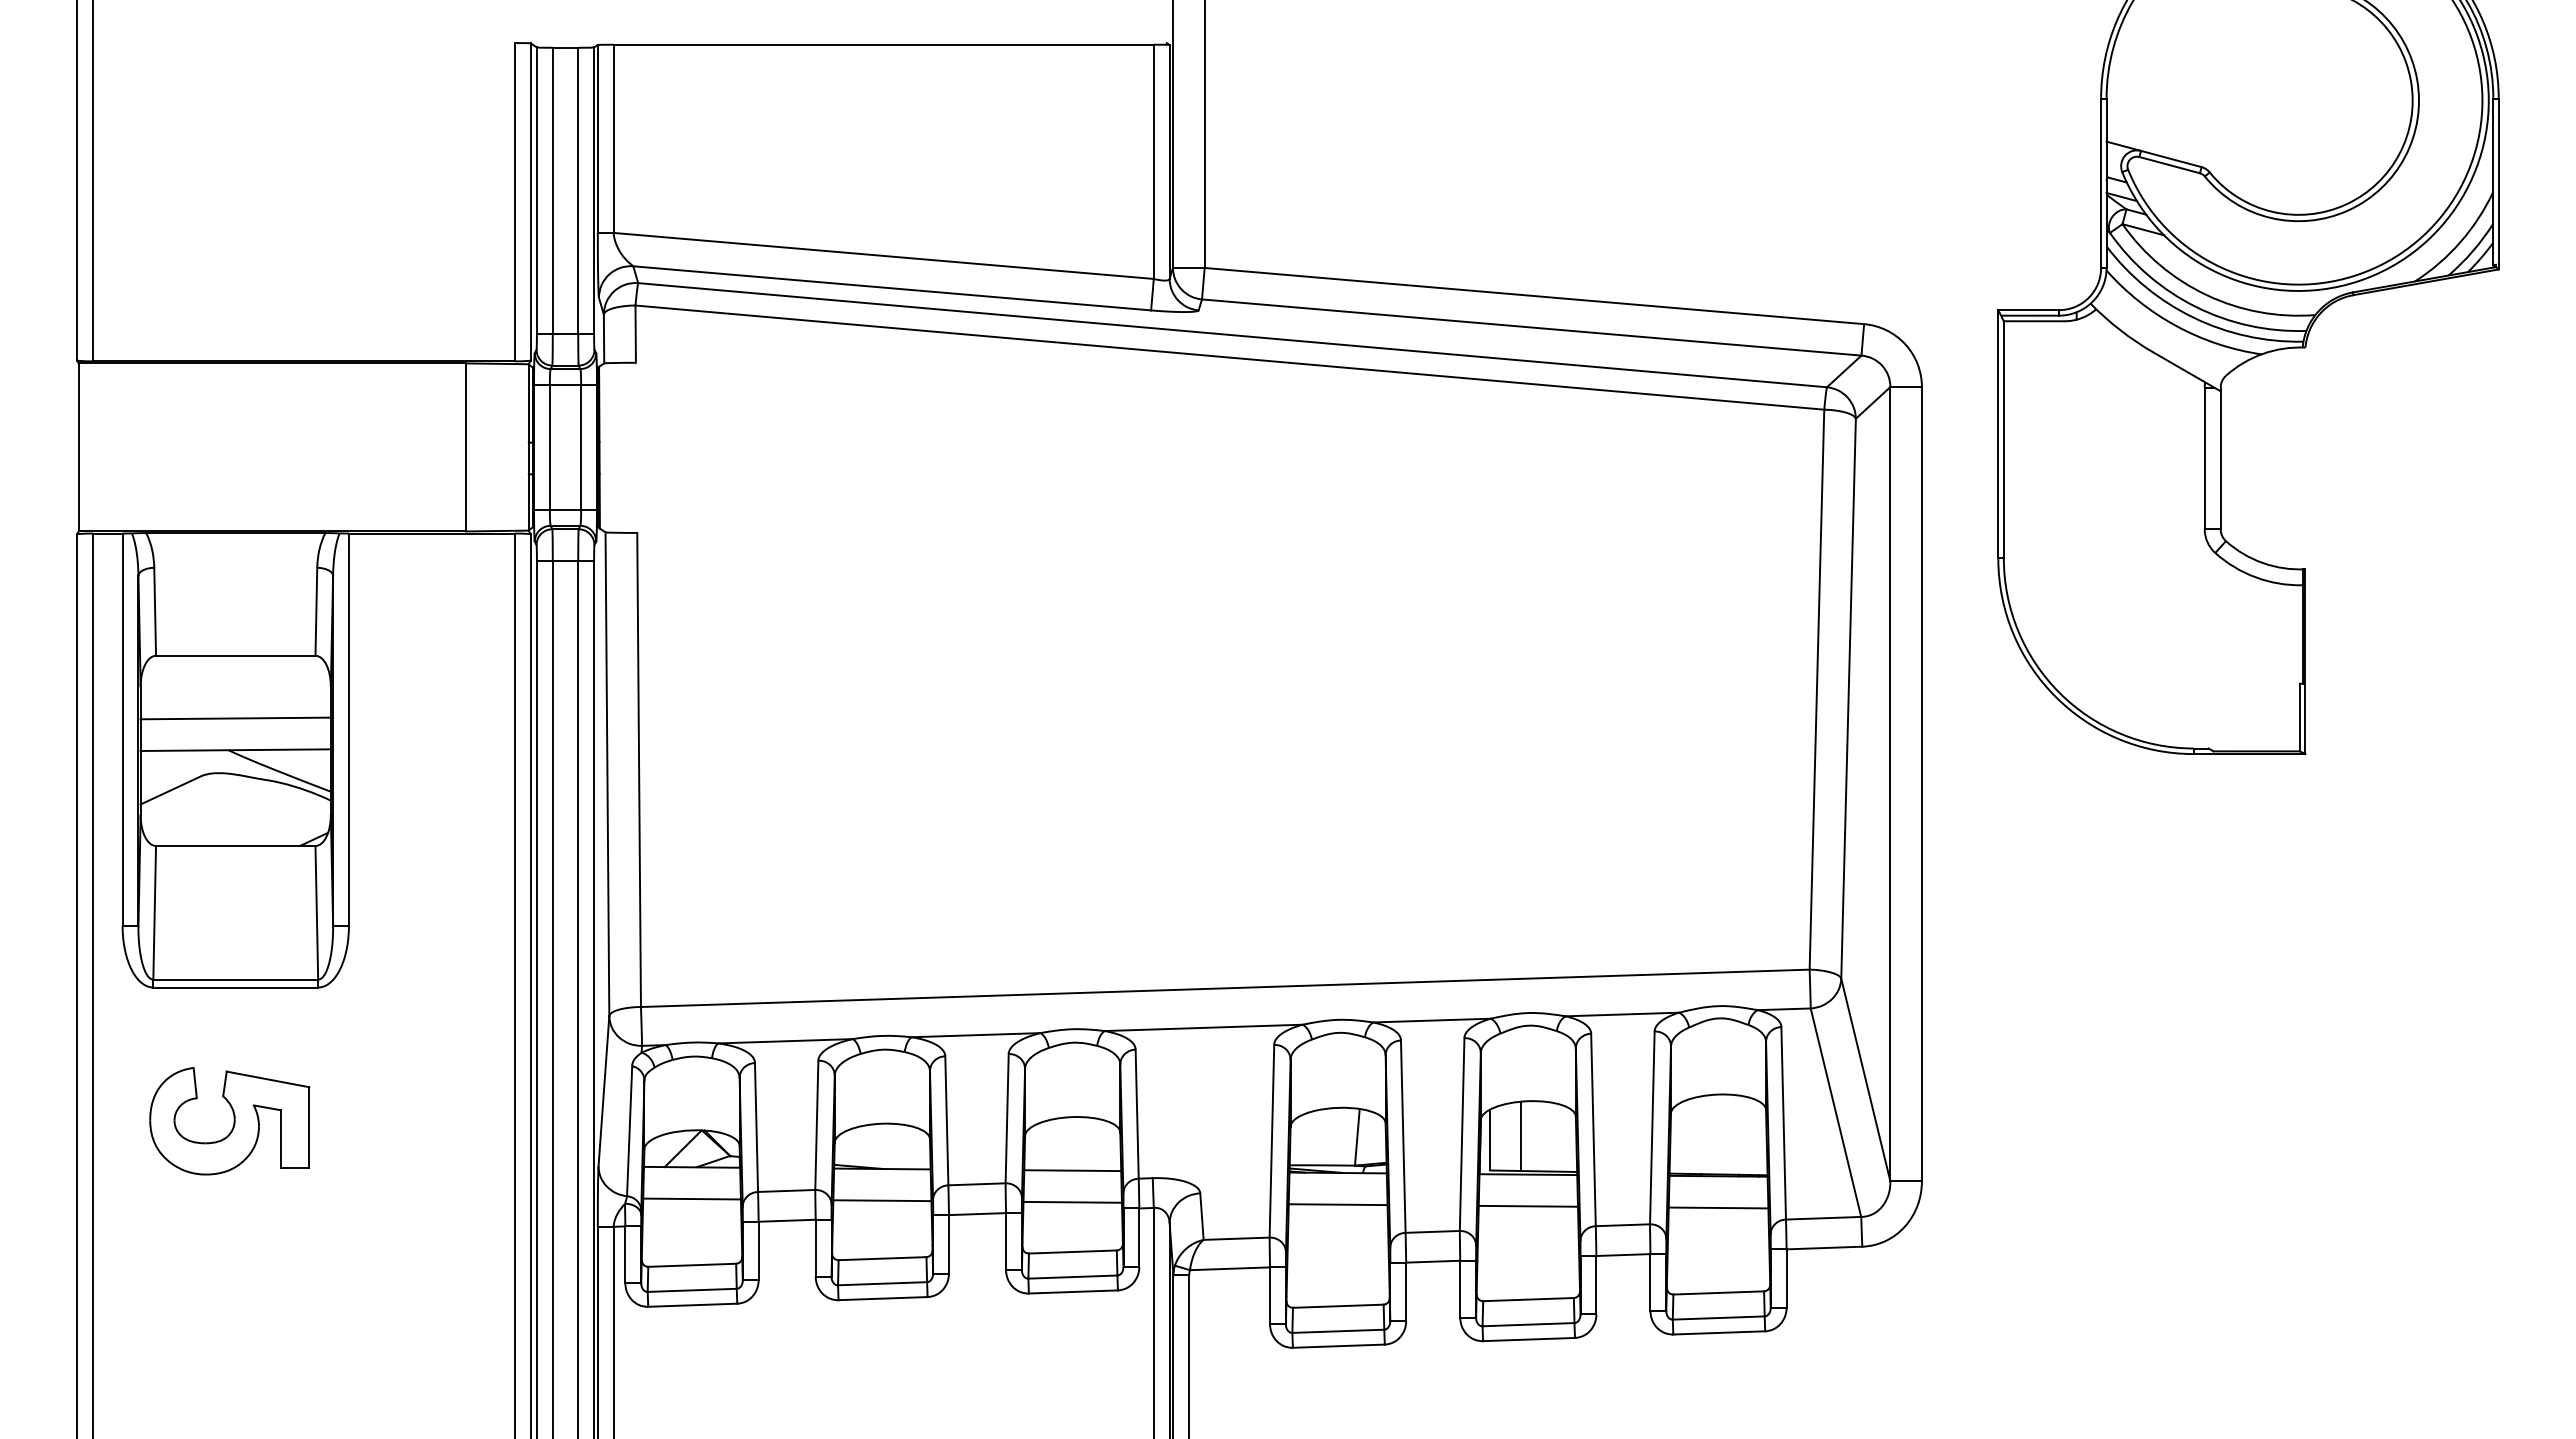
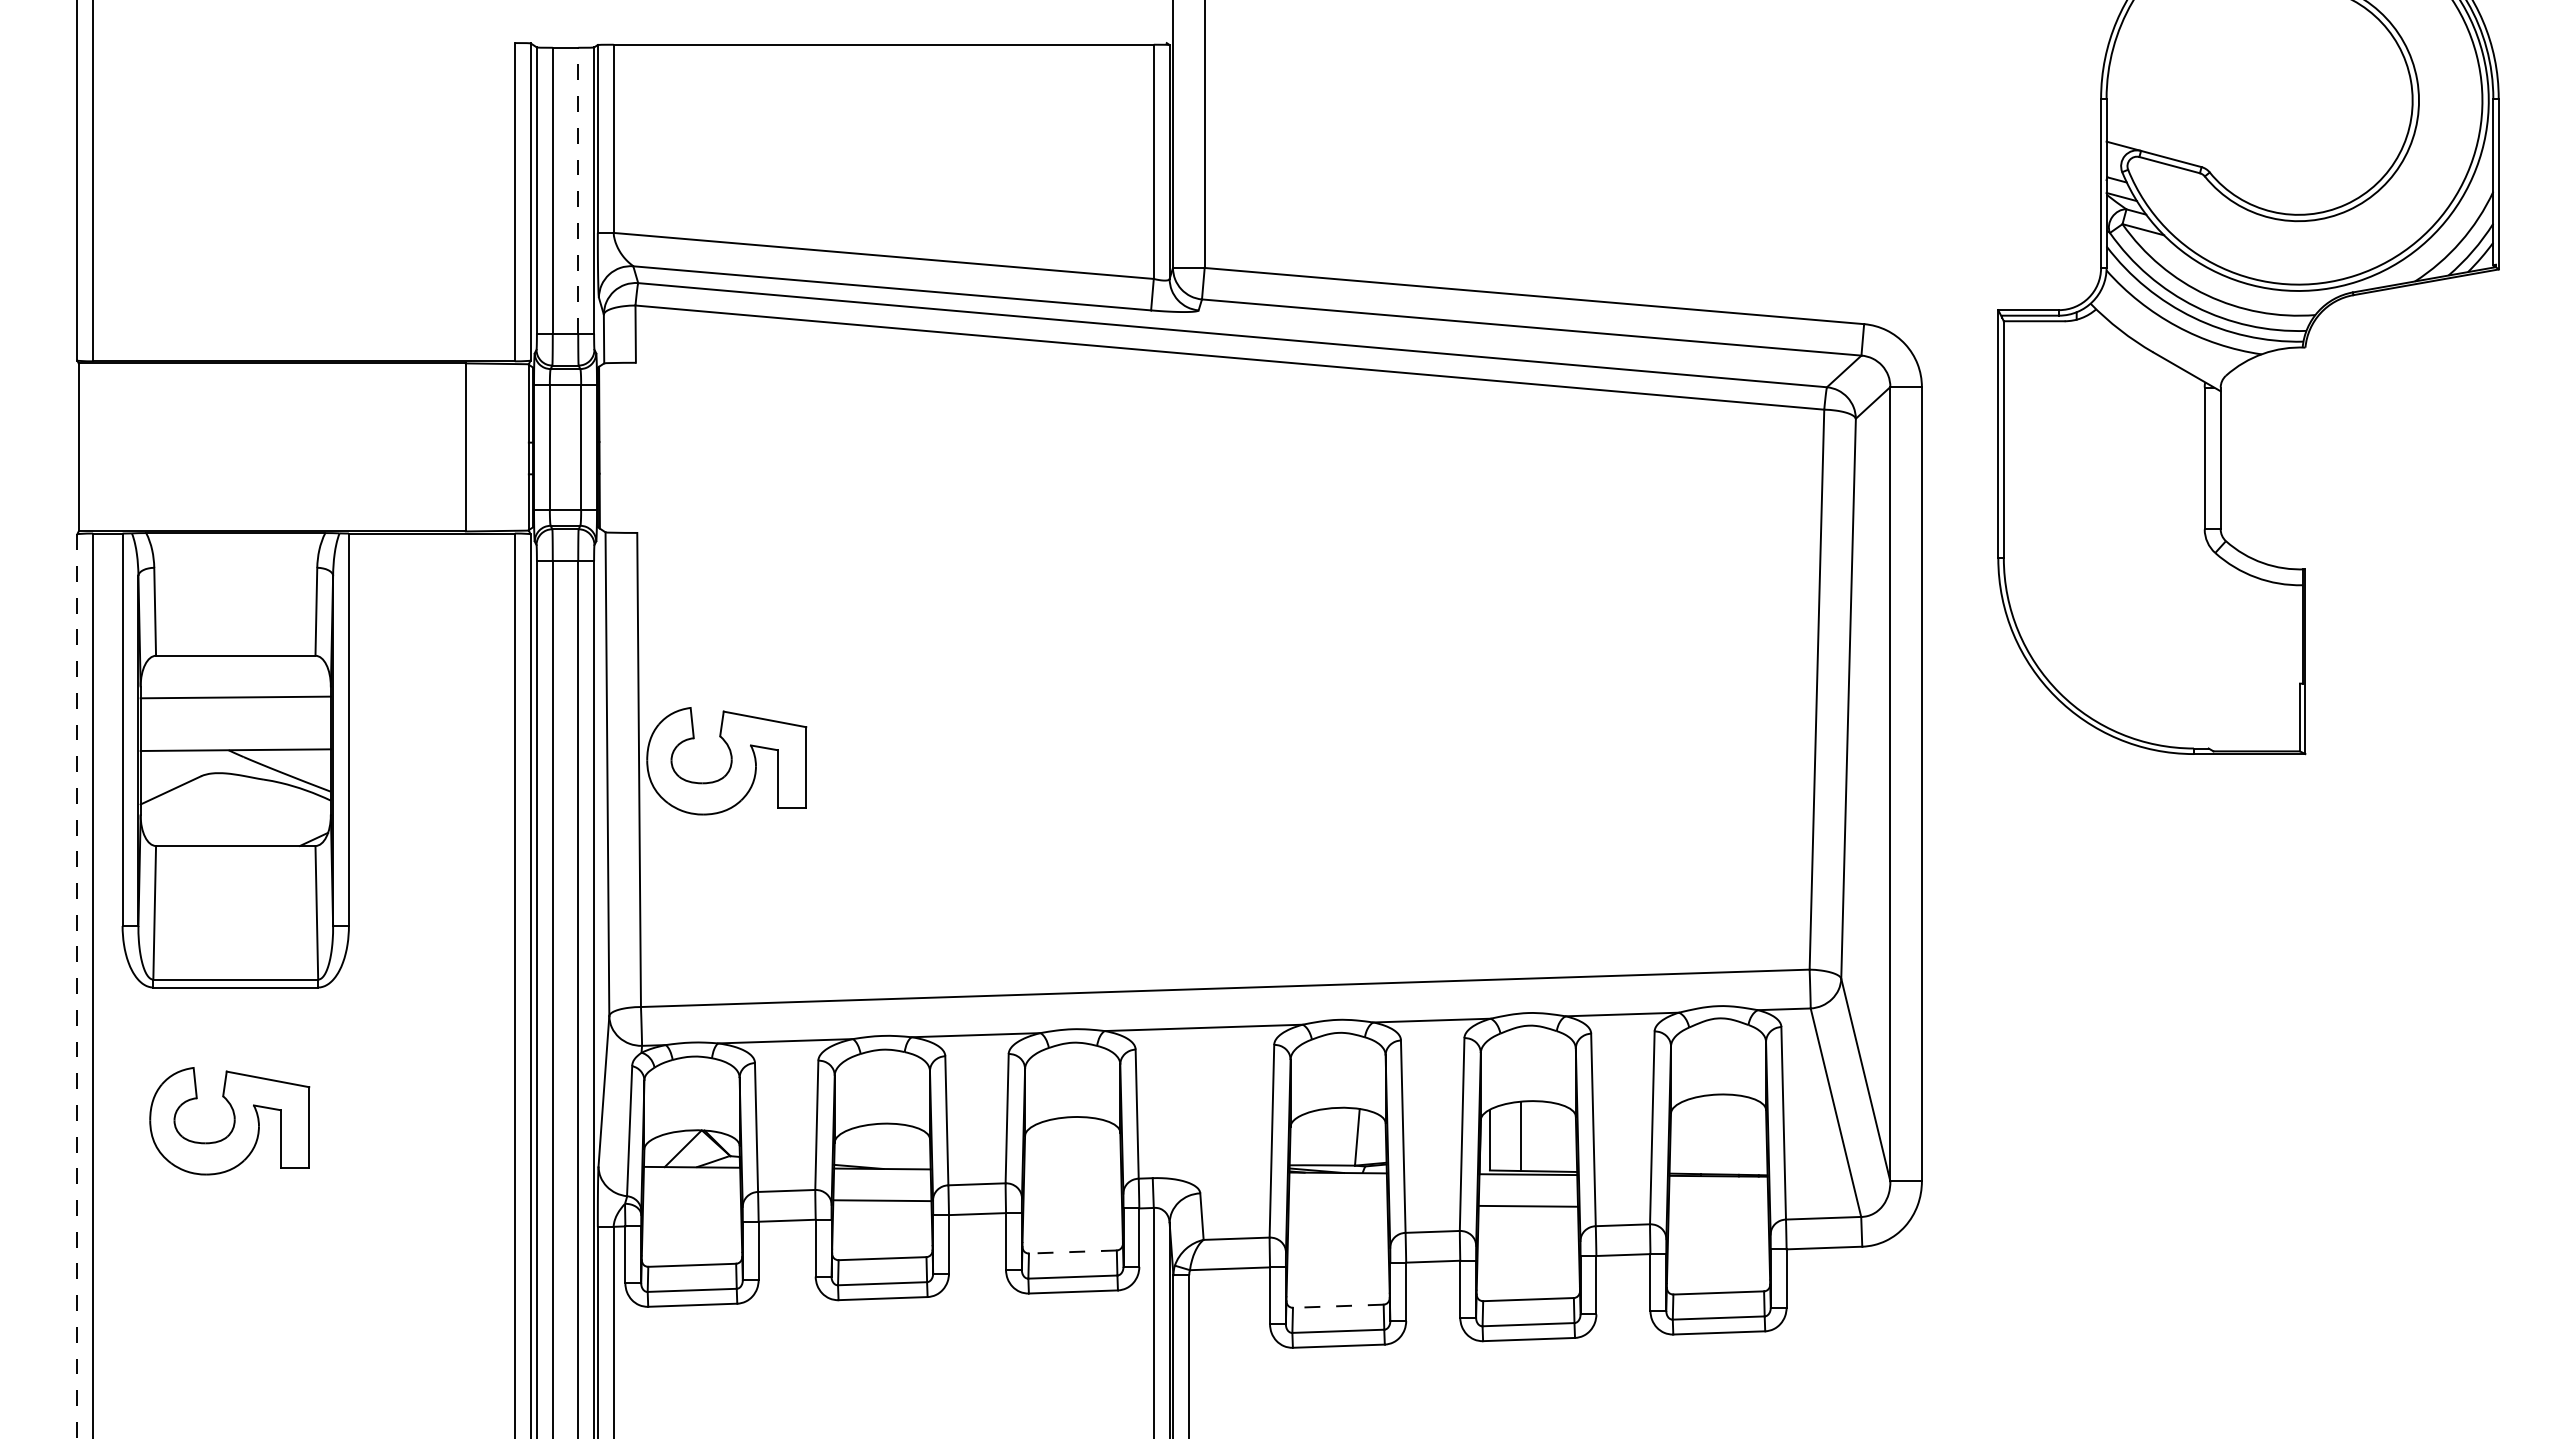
line at (578, 190): solid -> dashed
line at (235, 718) position: (235, 718) -> (235, 697)
part at (726, 761): none -> present
line at (77, 986): solid -> dashed
line at (1072, 1170): present -> none
line at (691, 1198): present -> none
line at (1072, 1201): present -> none
line at (1337, 1204): present -> none
line at (1718, 1207): present -> none
line at (1072, 1252): solid -> dashed
line at (1337, 1306): solid -> dashed
